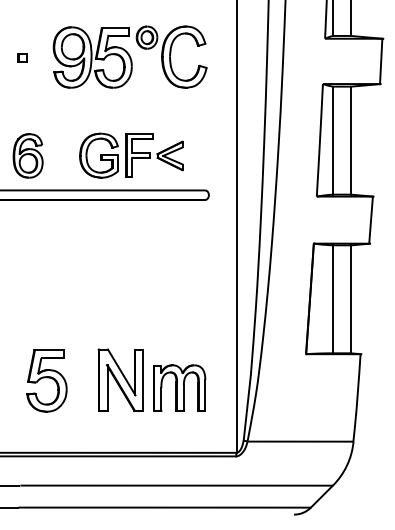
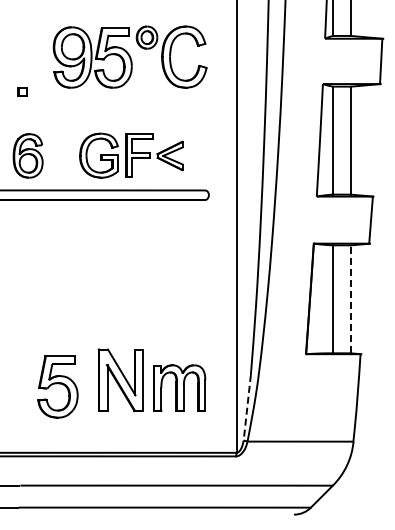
part at (22, 57) position: (22, 57) -> (22, 91)
line at (351, 299): solid -> dashed
part at (46, 380) position: (46, 380) -> (57, 386)
line at (247, 407): solid -> dashed
